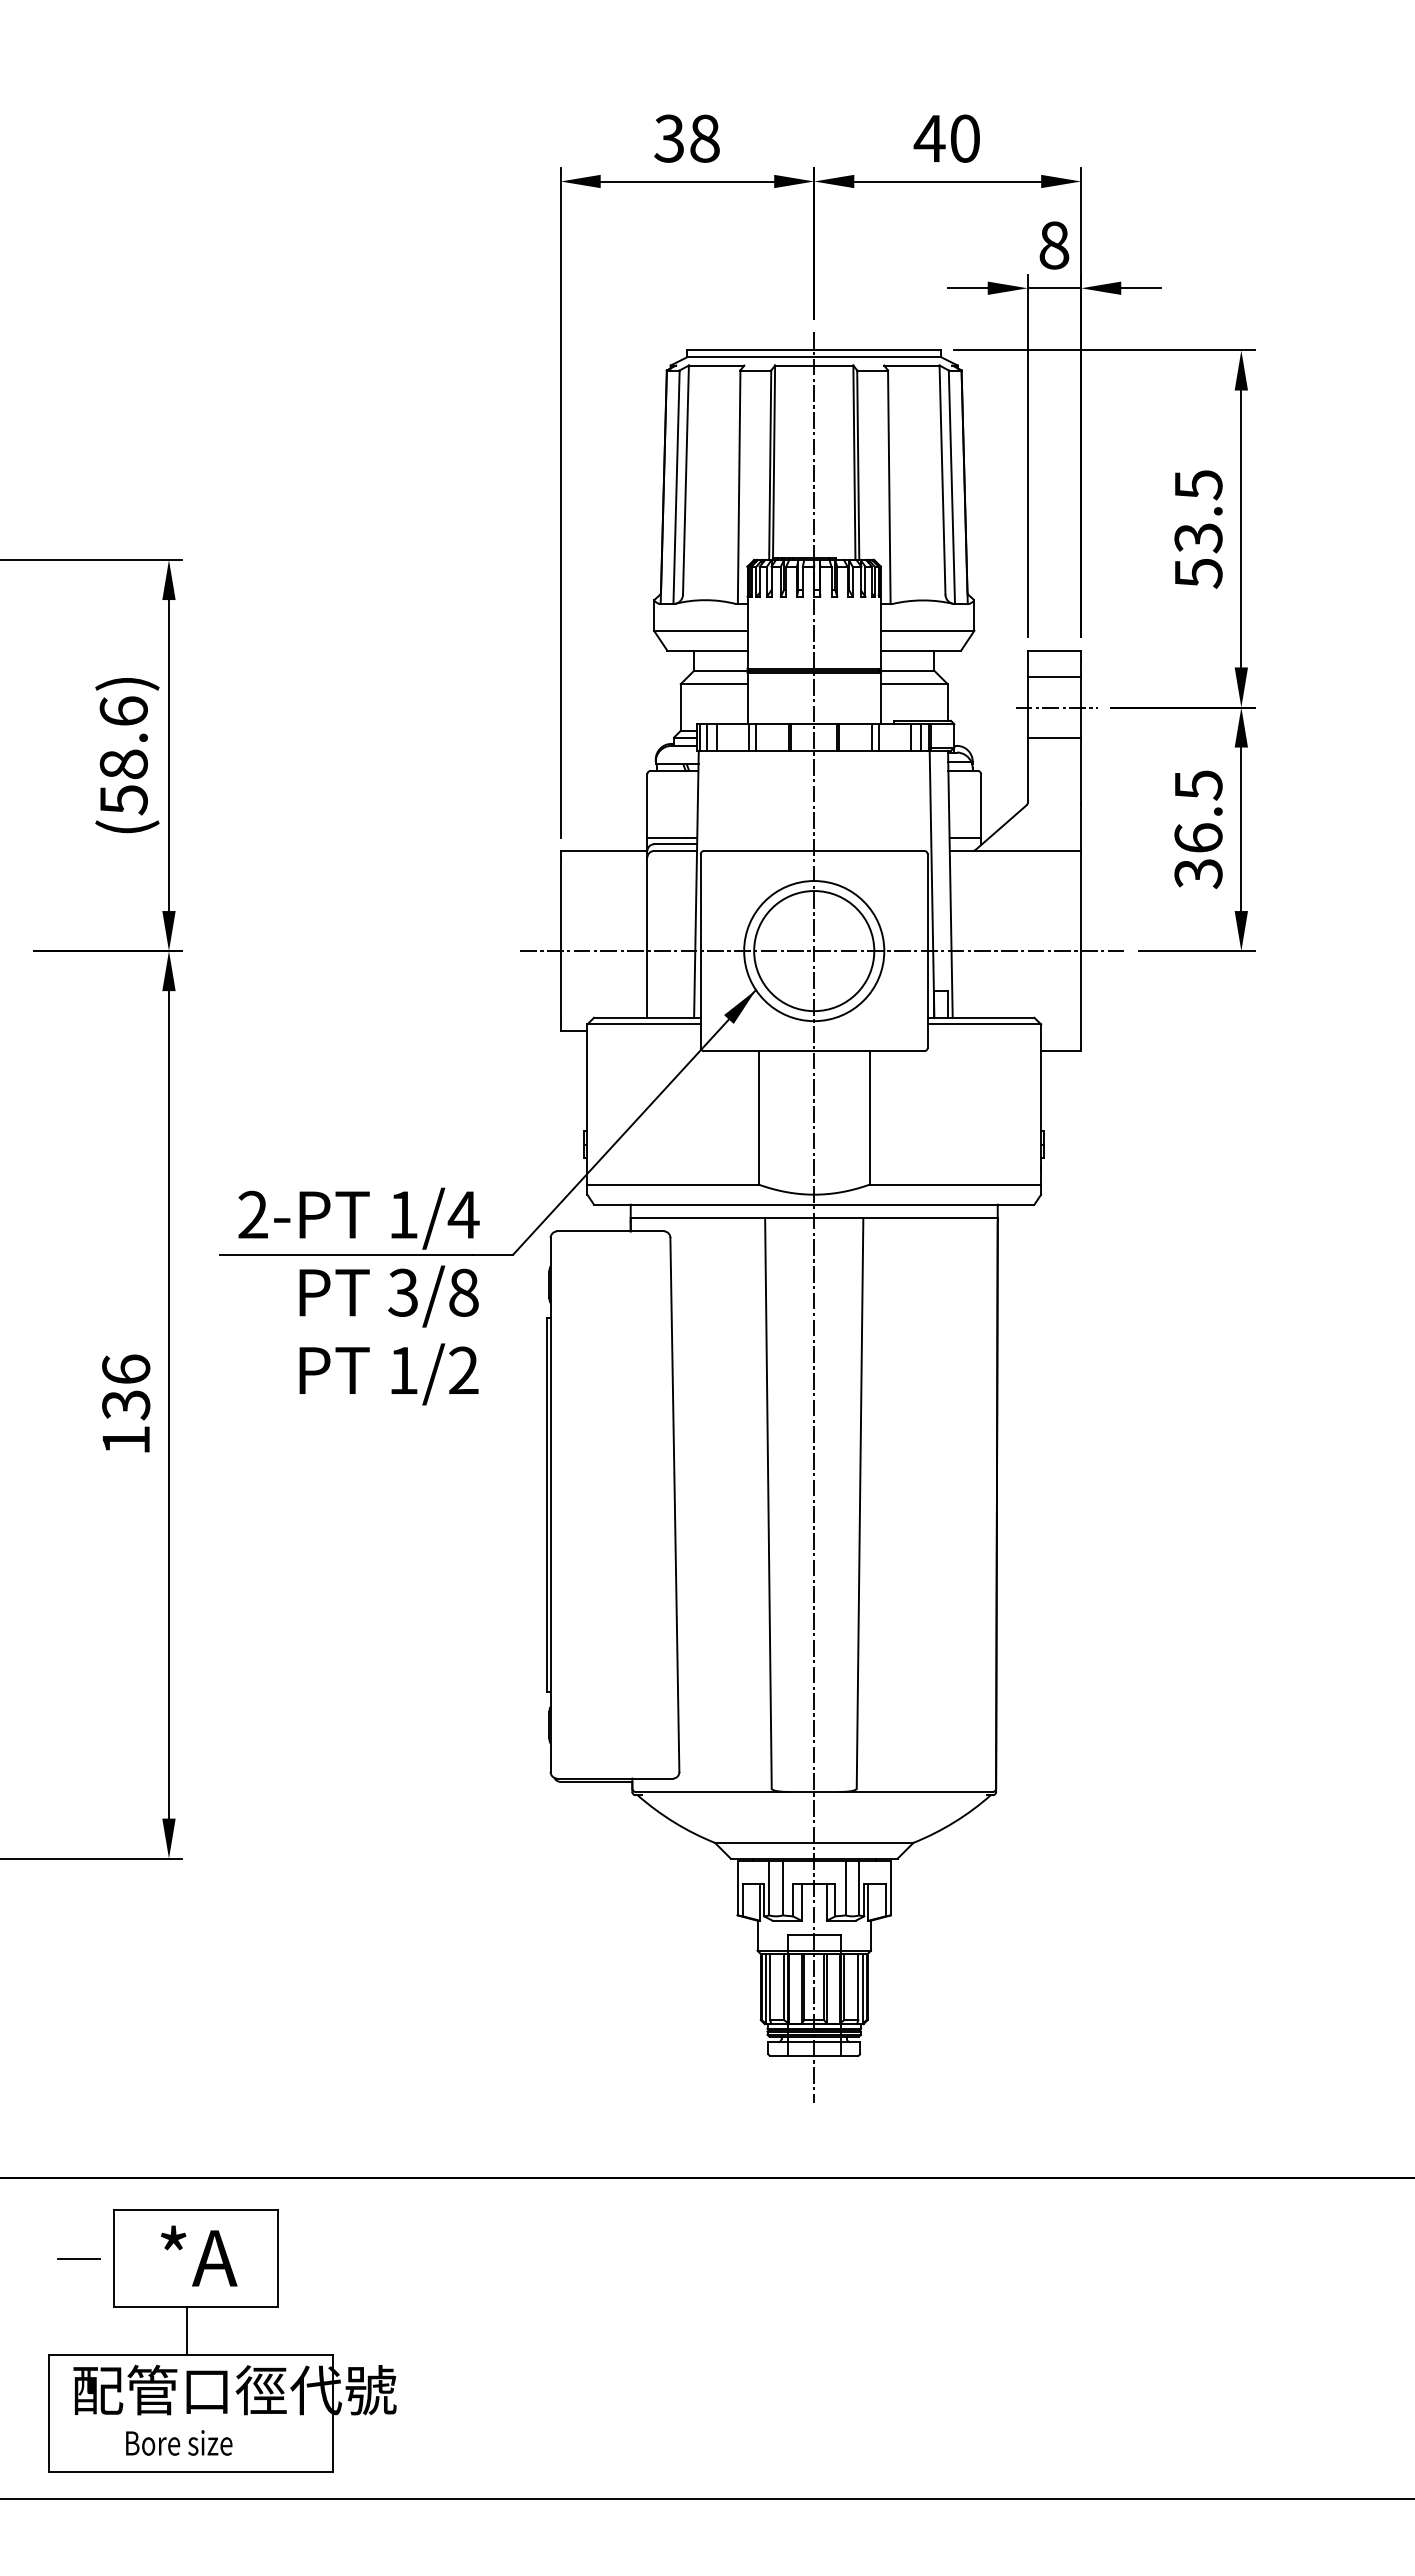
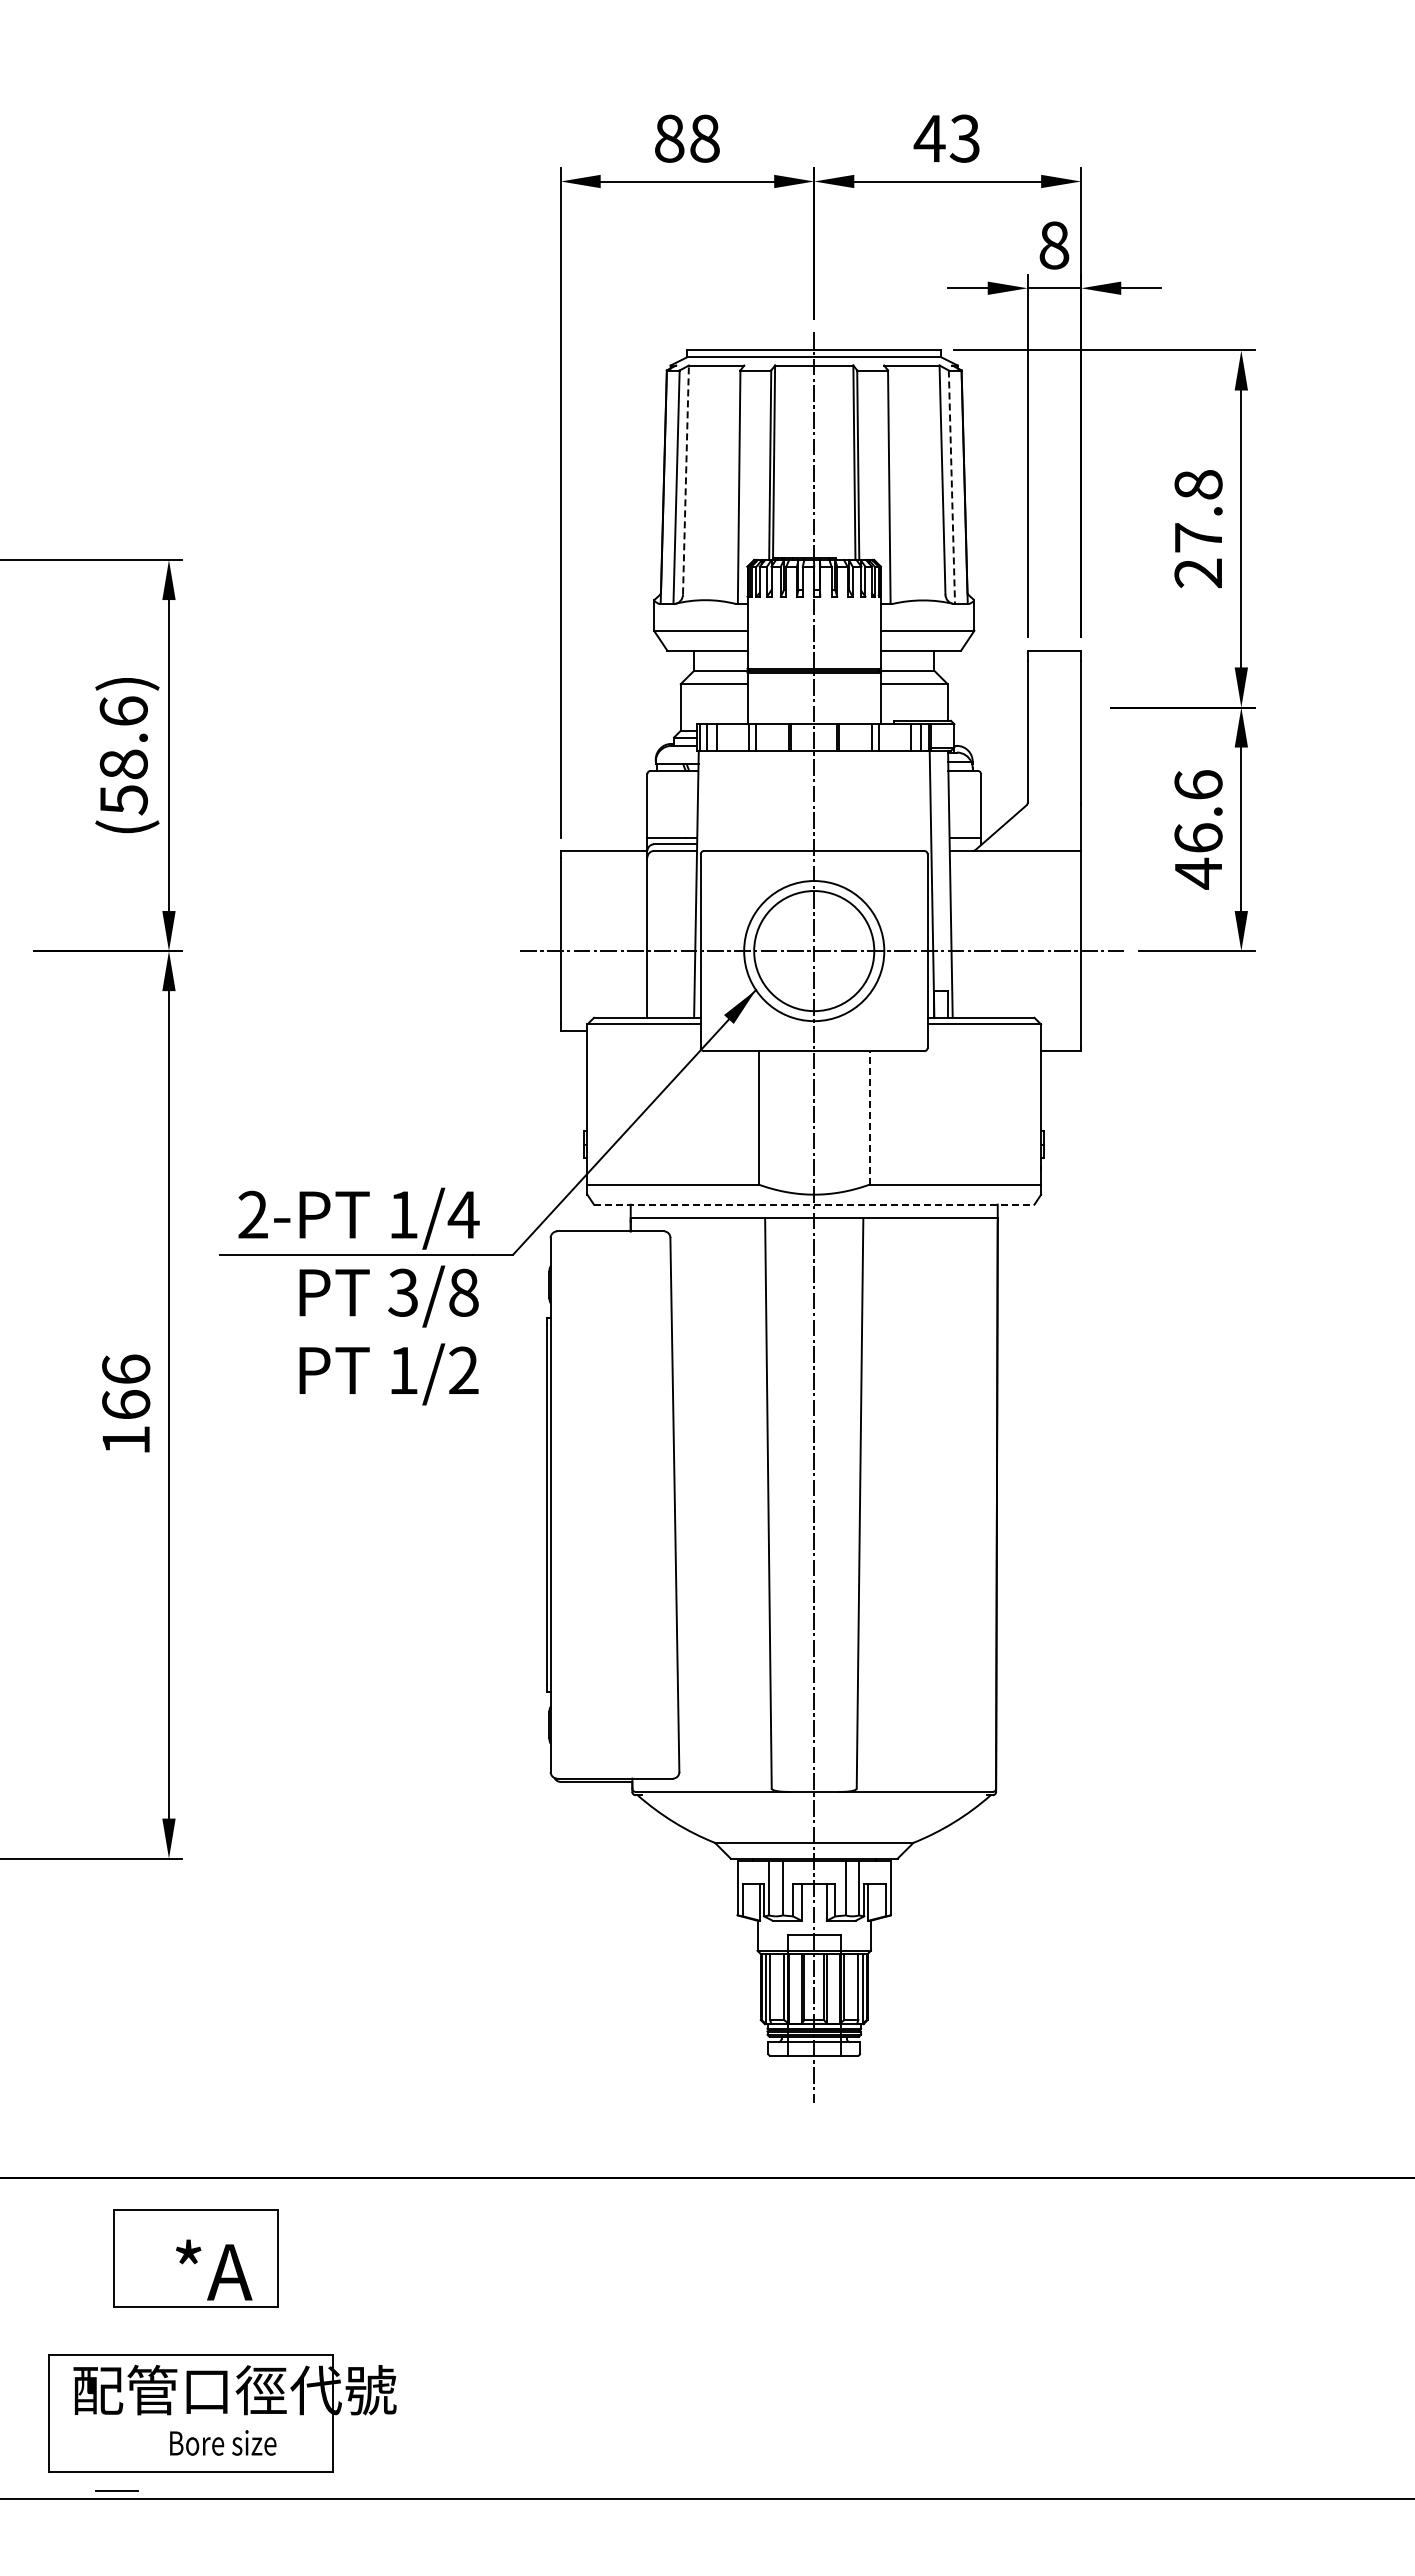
text at (669, 138): 38 -> 88
text at (964, 138): 40 -> 43
line at (685, 479): solid -> dashed
line at (951, 487): solid -> dashed
text at (1198, 529): 53.5 -> 27.8
line at (1054, 677): present -> none
line at (1056, 707): present -> none
line at (1054, 737): present -> none
text at (1198, 829): 36.5 -> 46.6
line at (869, 1117): solid -> dashed
line at (814, 1204): solid -> dashed
text at (126, 1405): 136 -> 166
text at (199, 2255) position: (199, 2255) -> (214, 2269)
line at (78, 2258) position: (78, 2258) -> (116, 2490)
line at (187, 2330): present -> none
text at (179, 2442) position: (179, 2442) -> (223, 2442)
